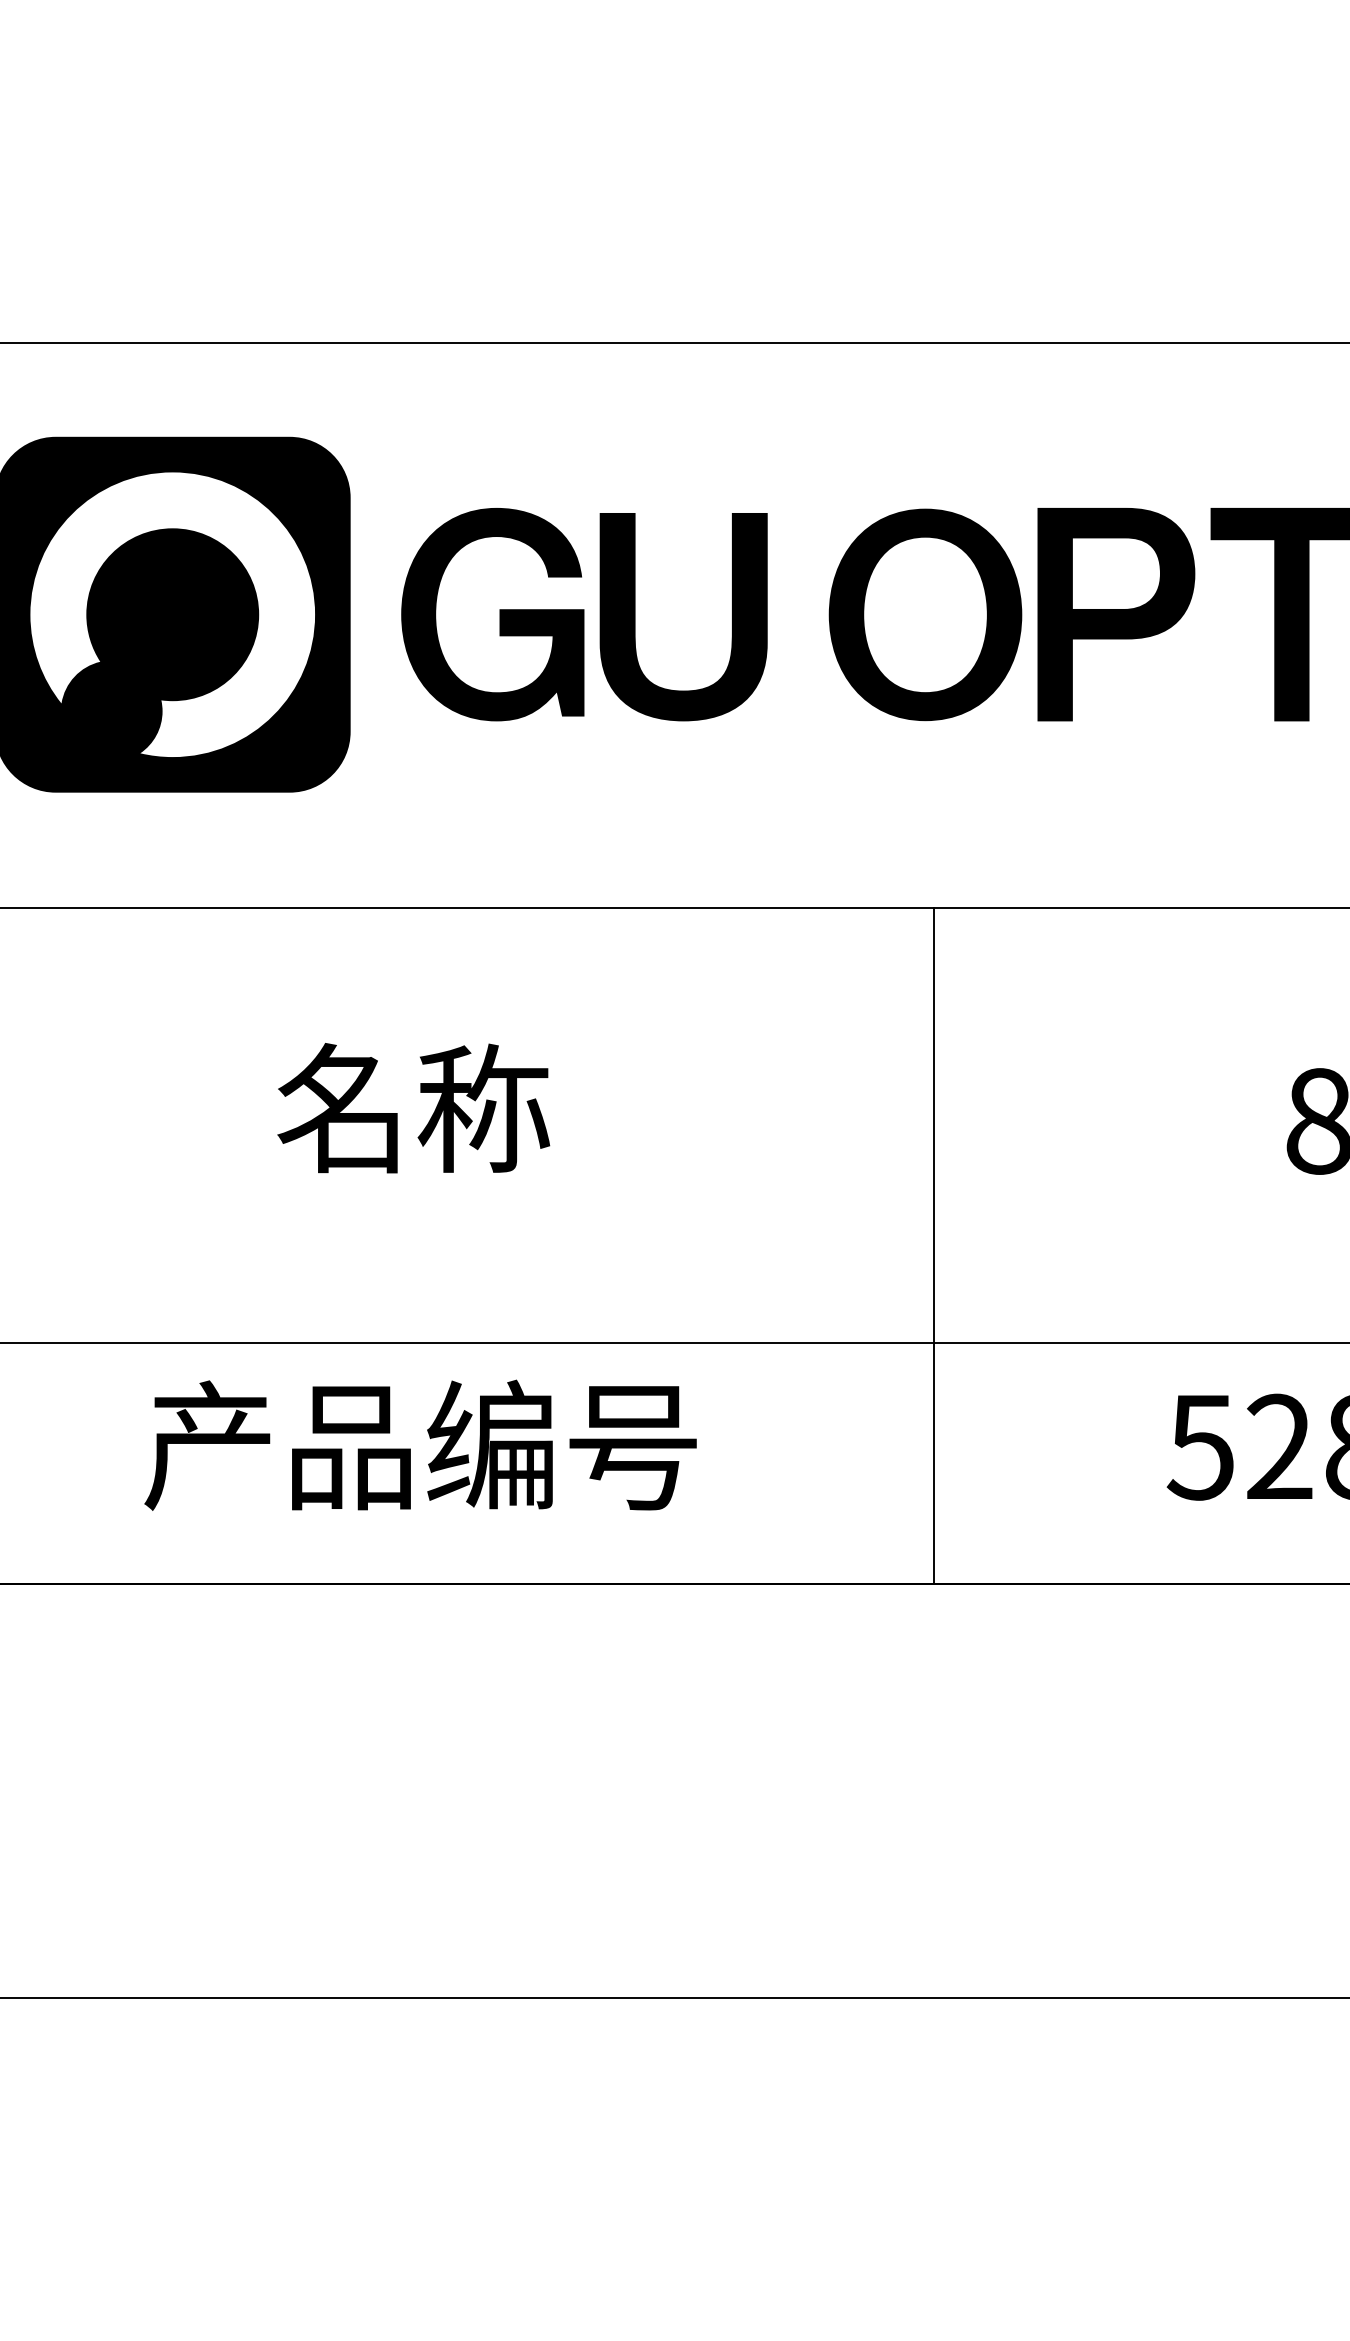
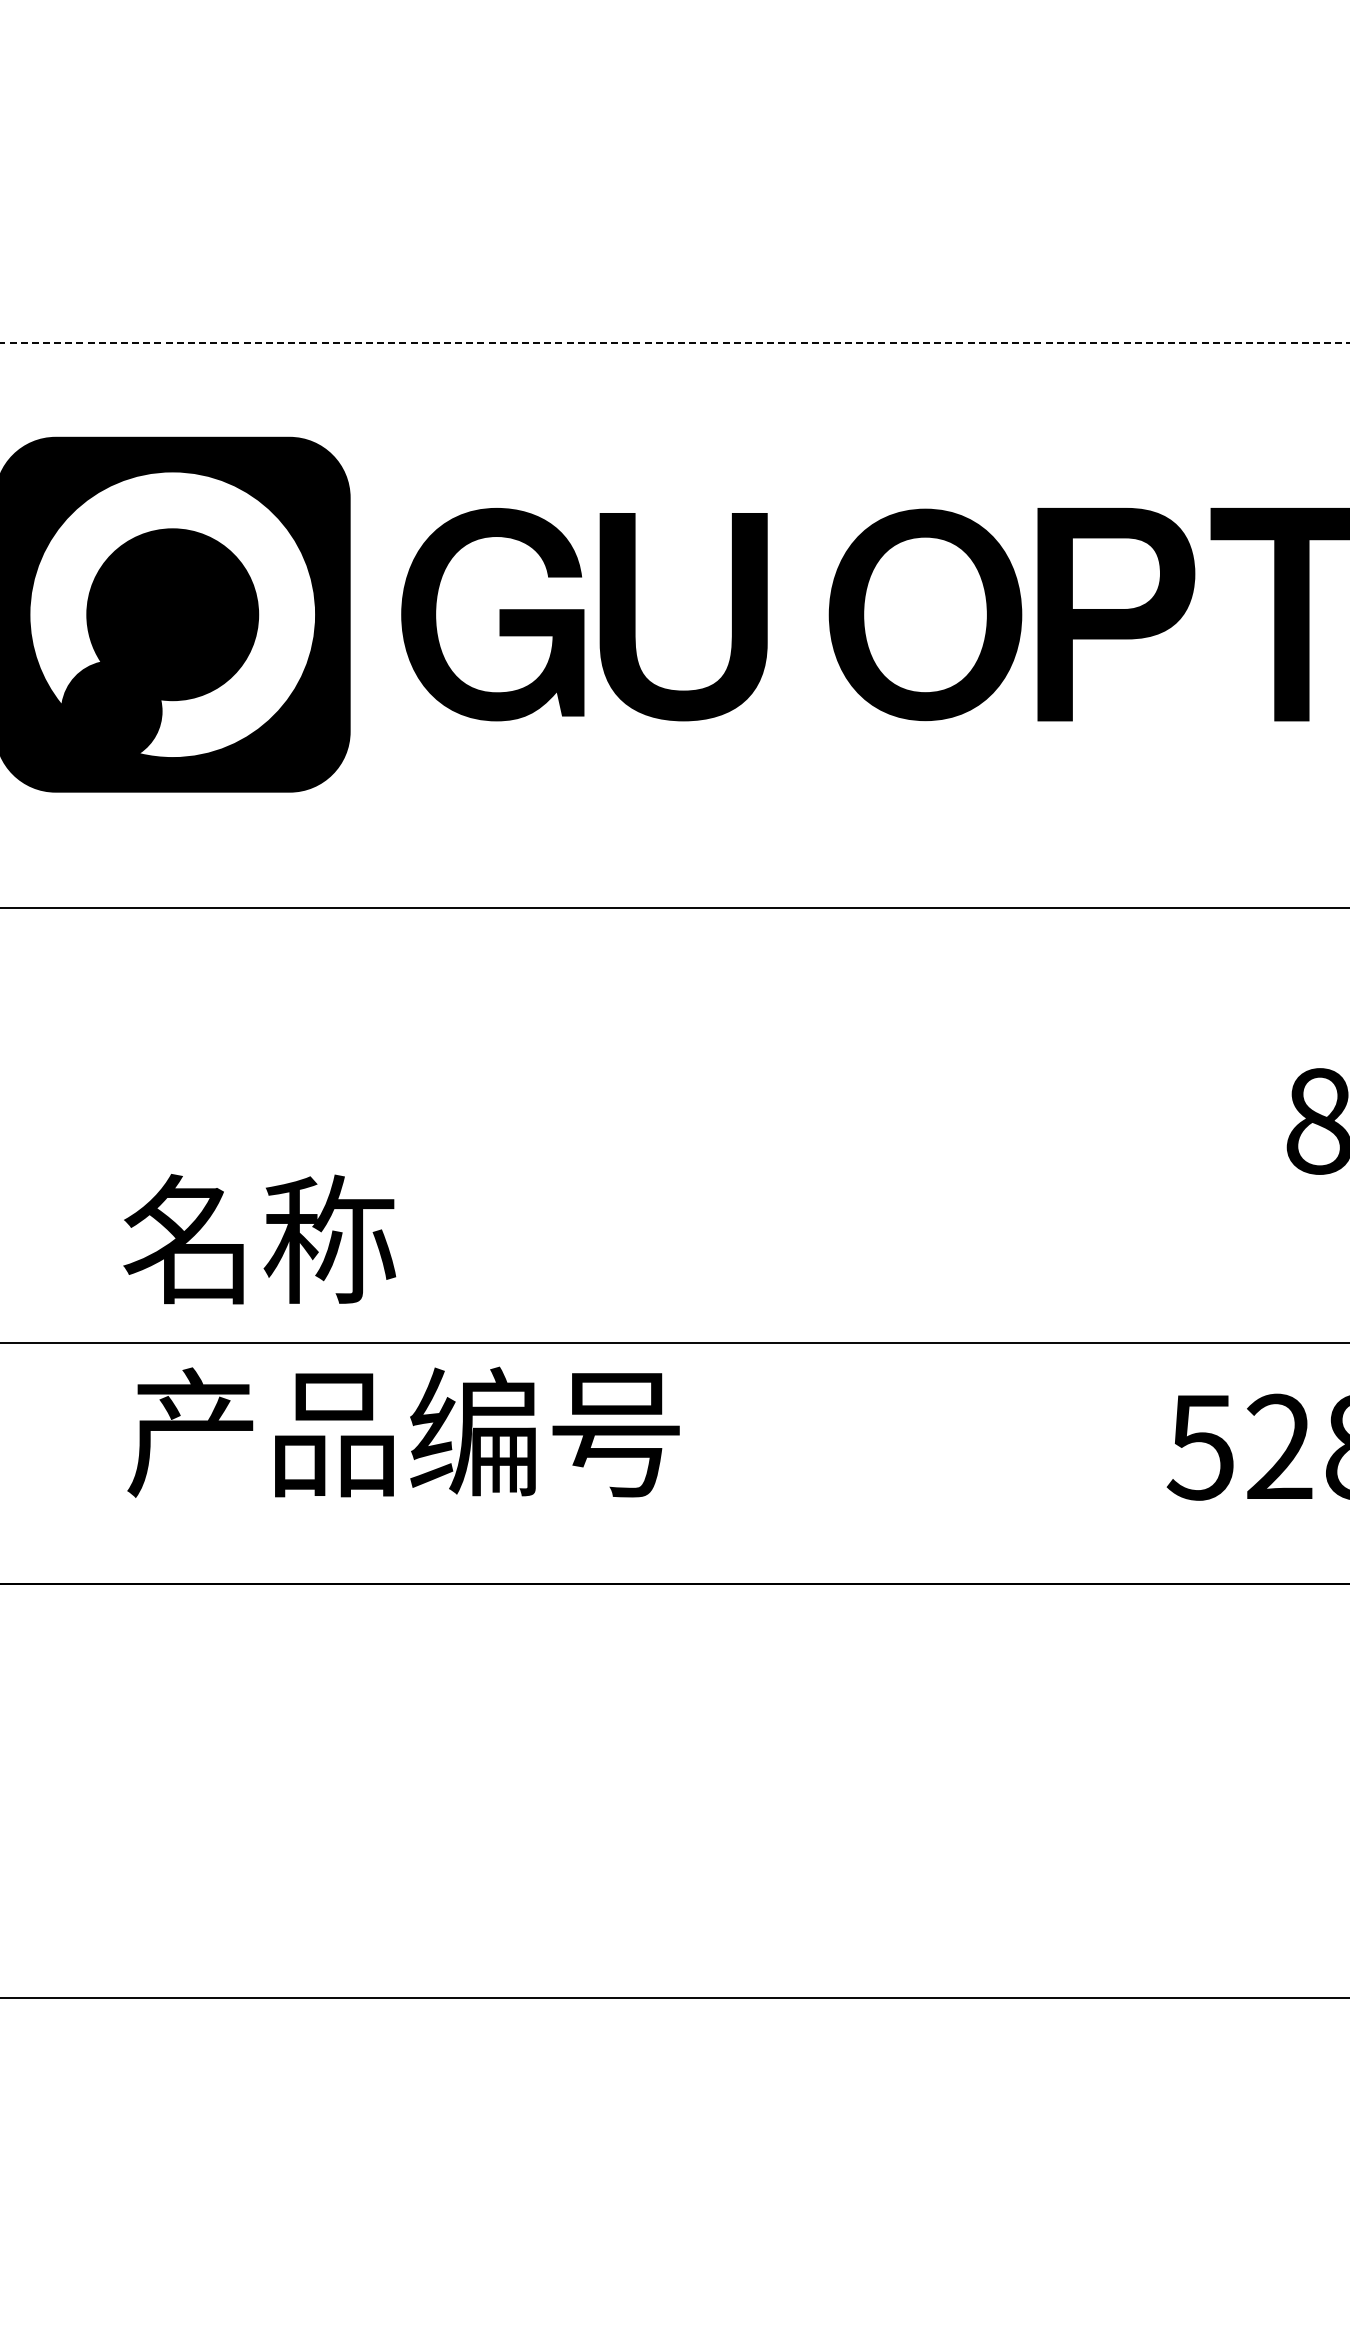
line at (675, 342): solid -> dashed
text at (413, 1108) position: (413, 1108) -> (259, 1239)
line at (934, 1246): present -> none
text at (420, 1444) position: (420, 1444) -> (403, 1431)
